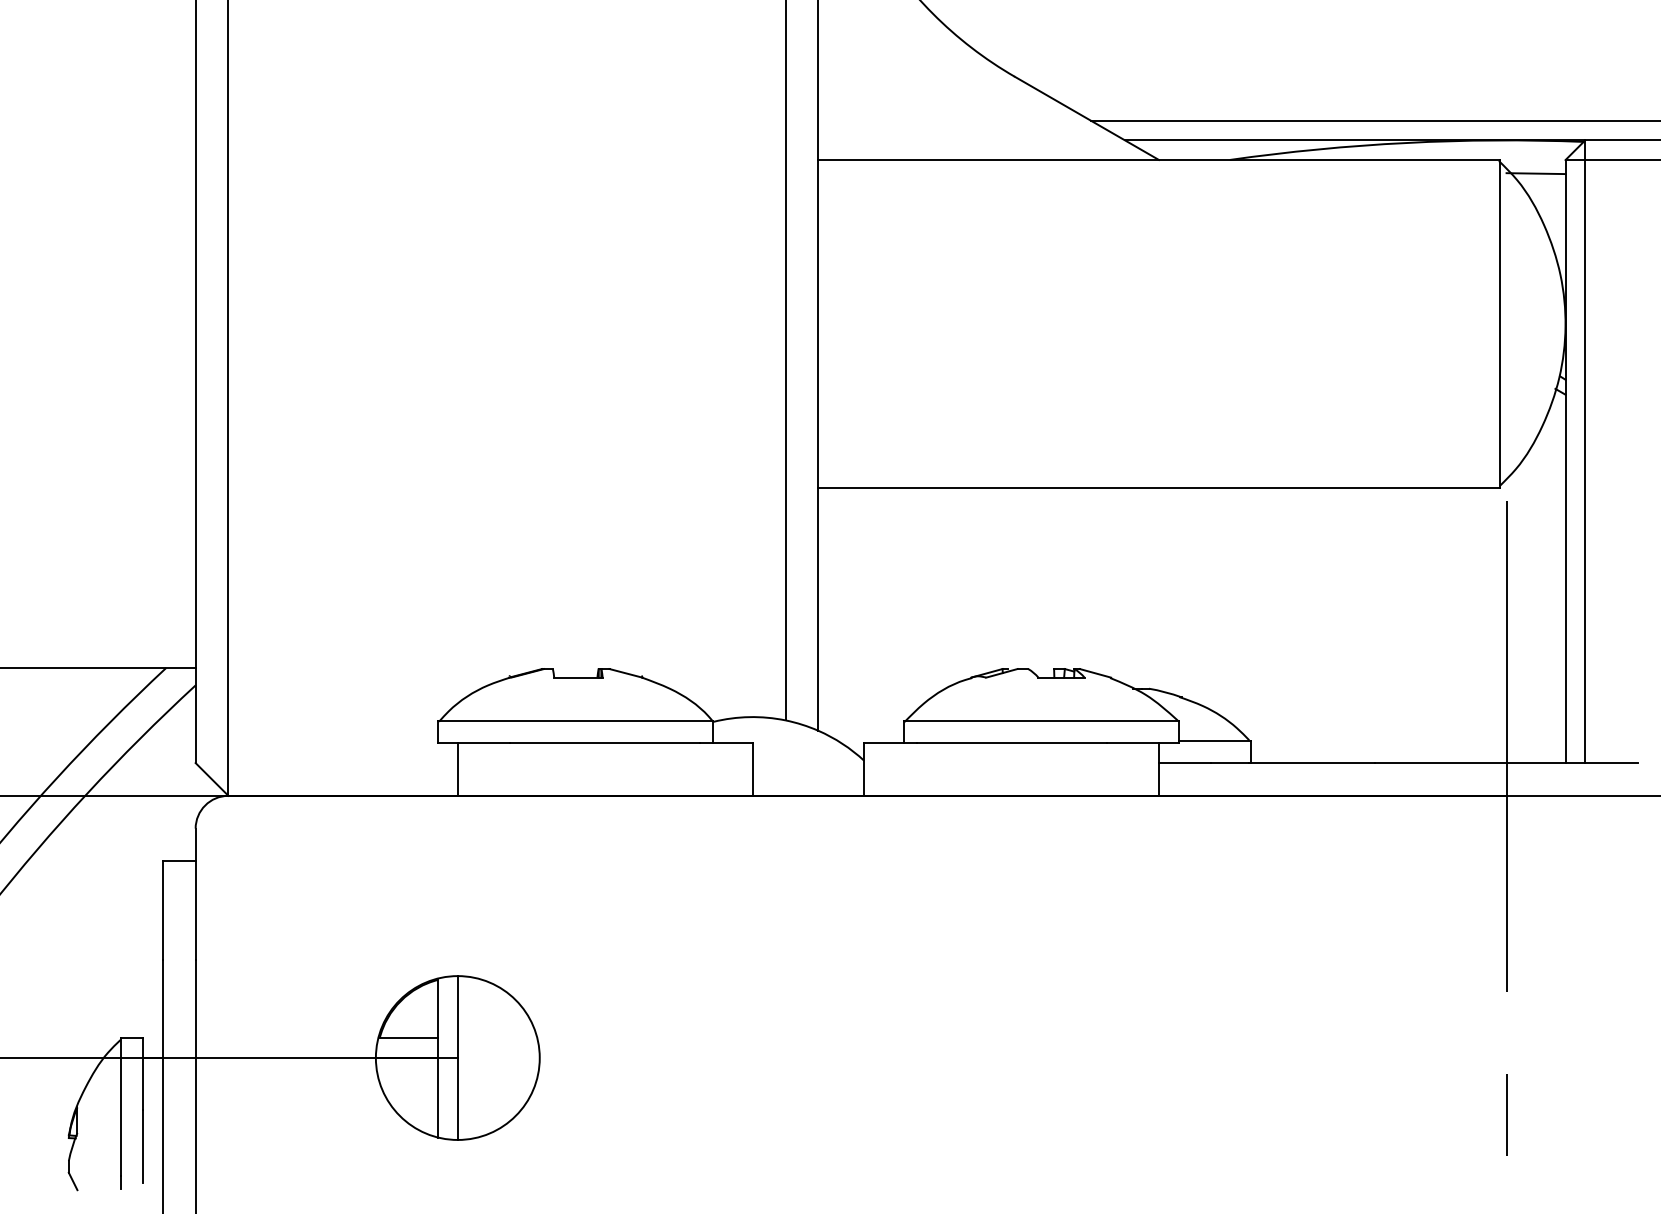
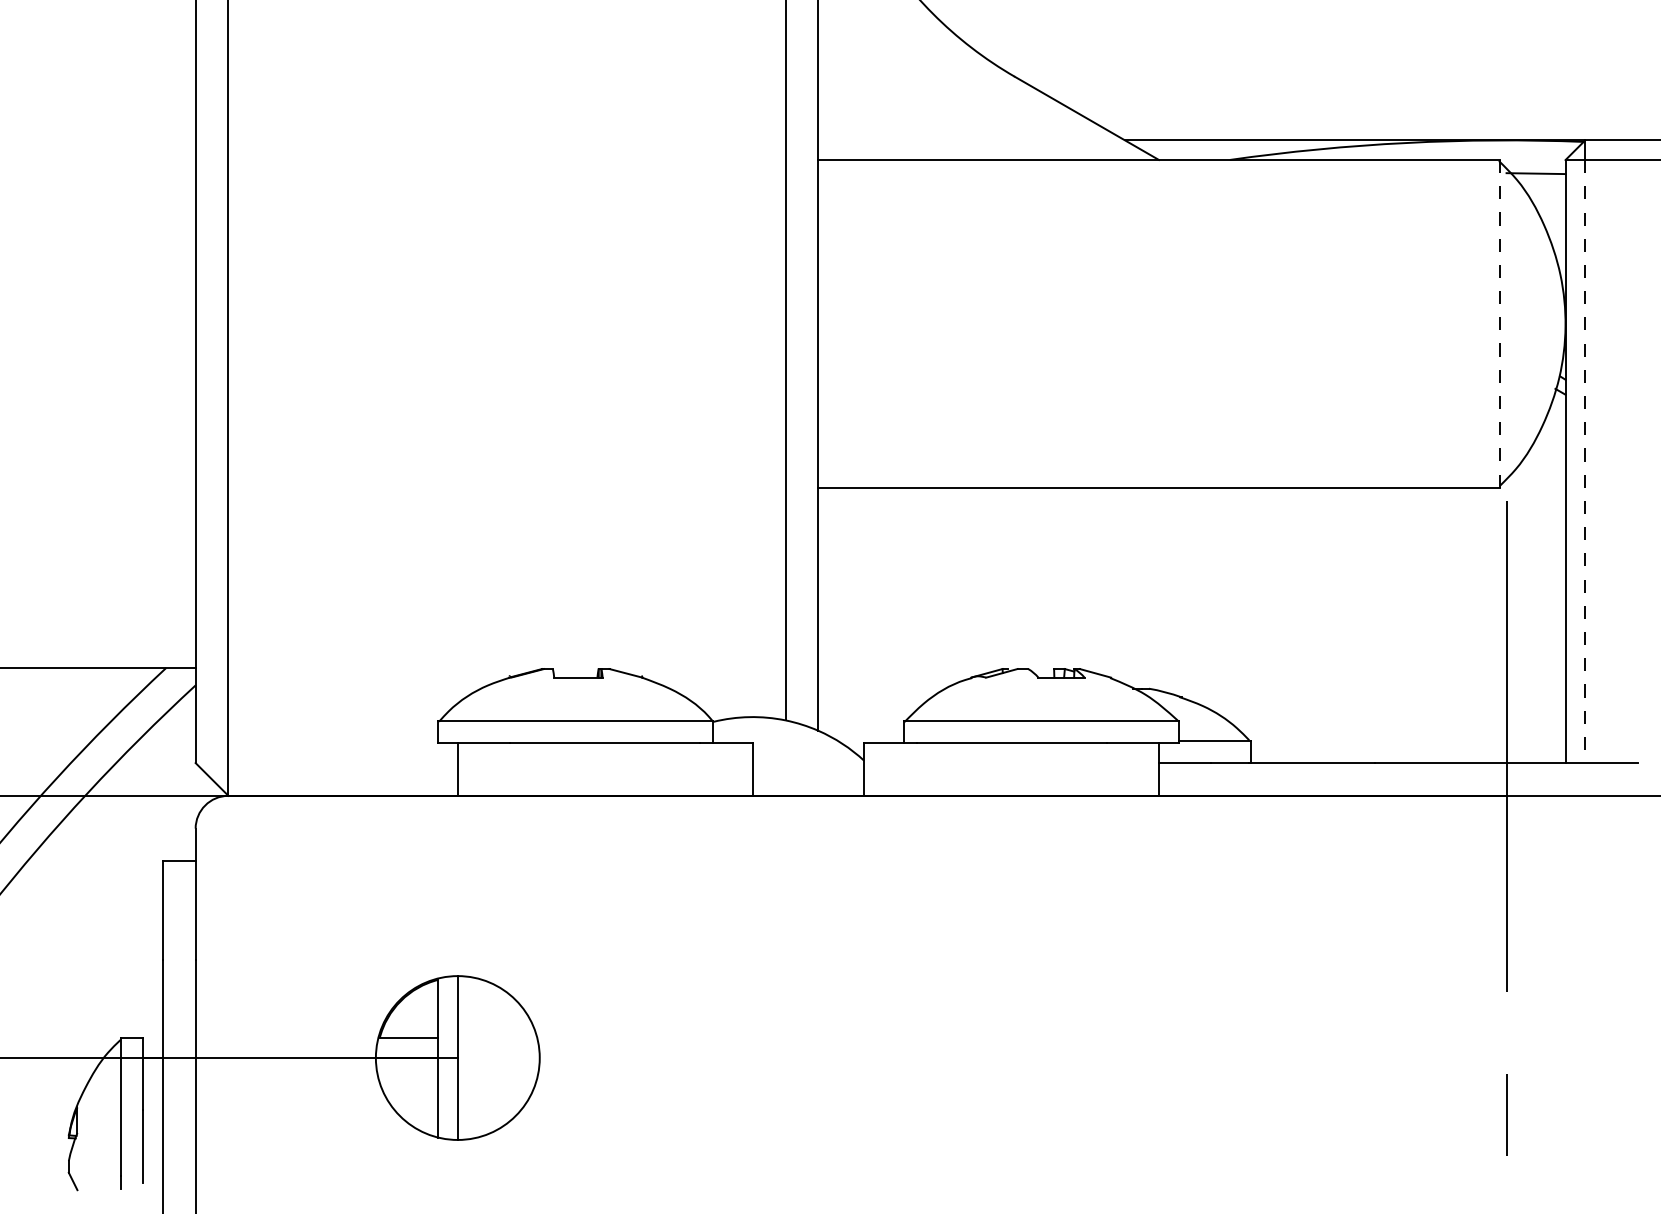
line at (1373, 120): present -> none
line at (1500, 323): solid -> dashed
line at (1585, 461): solid -> dashed
